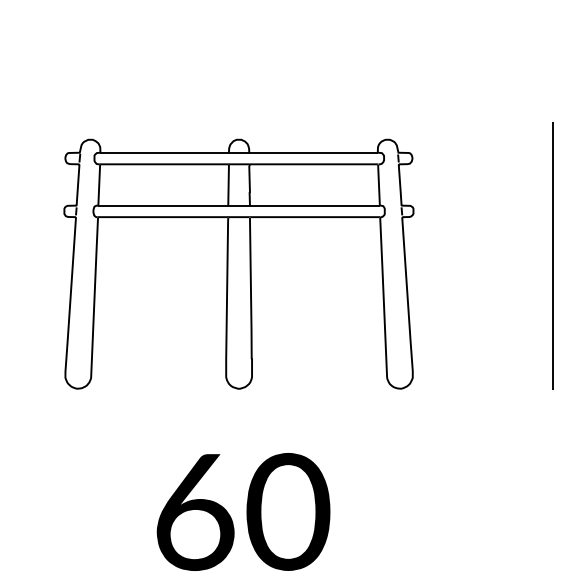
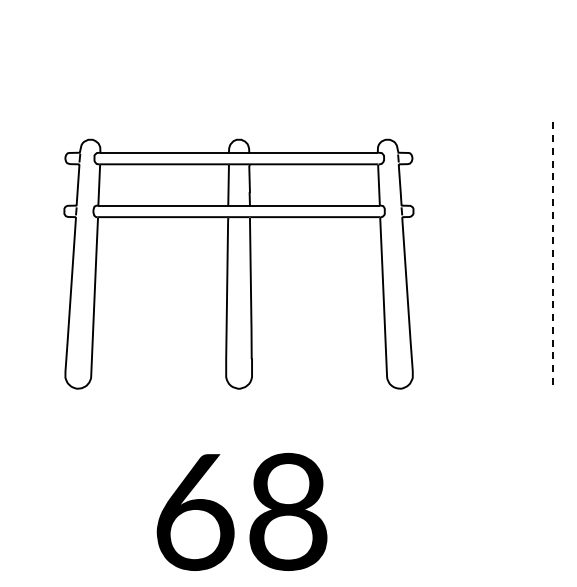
line at (553, 256): solid -> dashed
text at (288, 511): 60 -> 68
